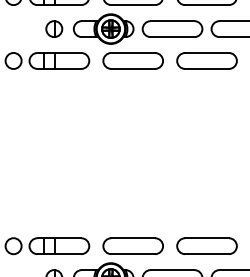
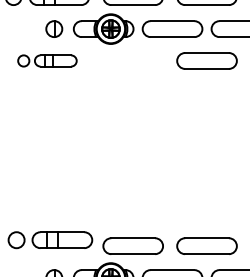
part at (47, 60) size: 87x18 px -> 61x14 px
part at (132, 60): present -> none
part at (47, 246) position: (47, 246) -> (50, 240)
